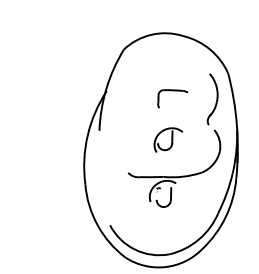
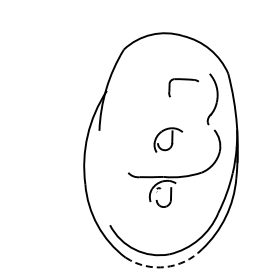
part at (172, 91) position: (172, 91) -> (183, 80)
arc at (165, 267): solid -> dashed
